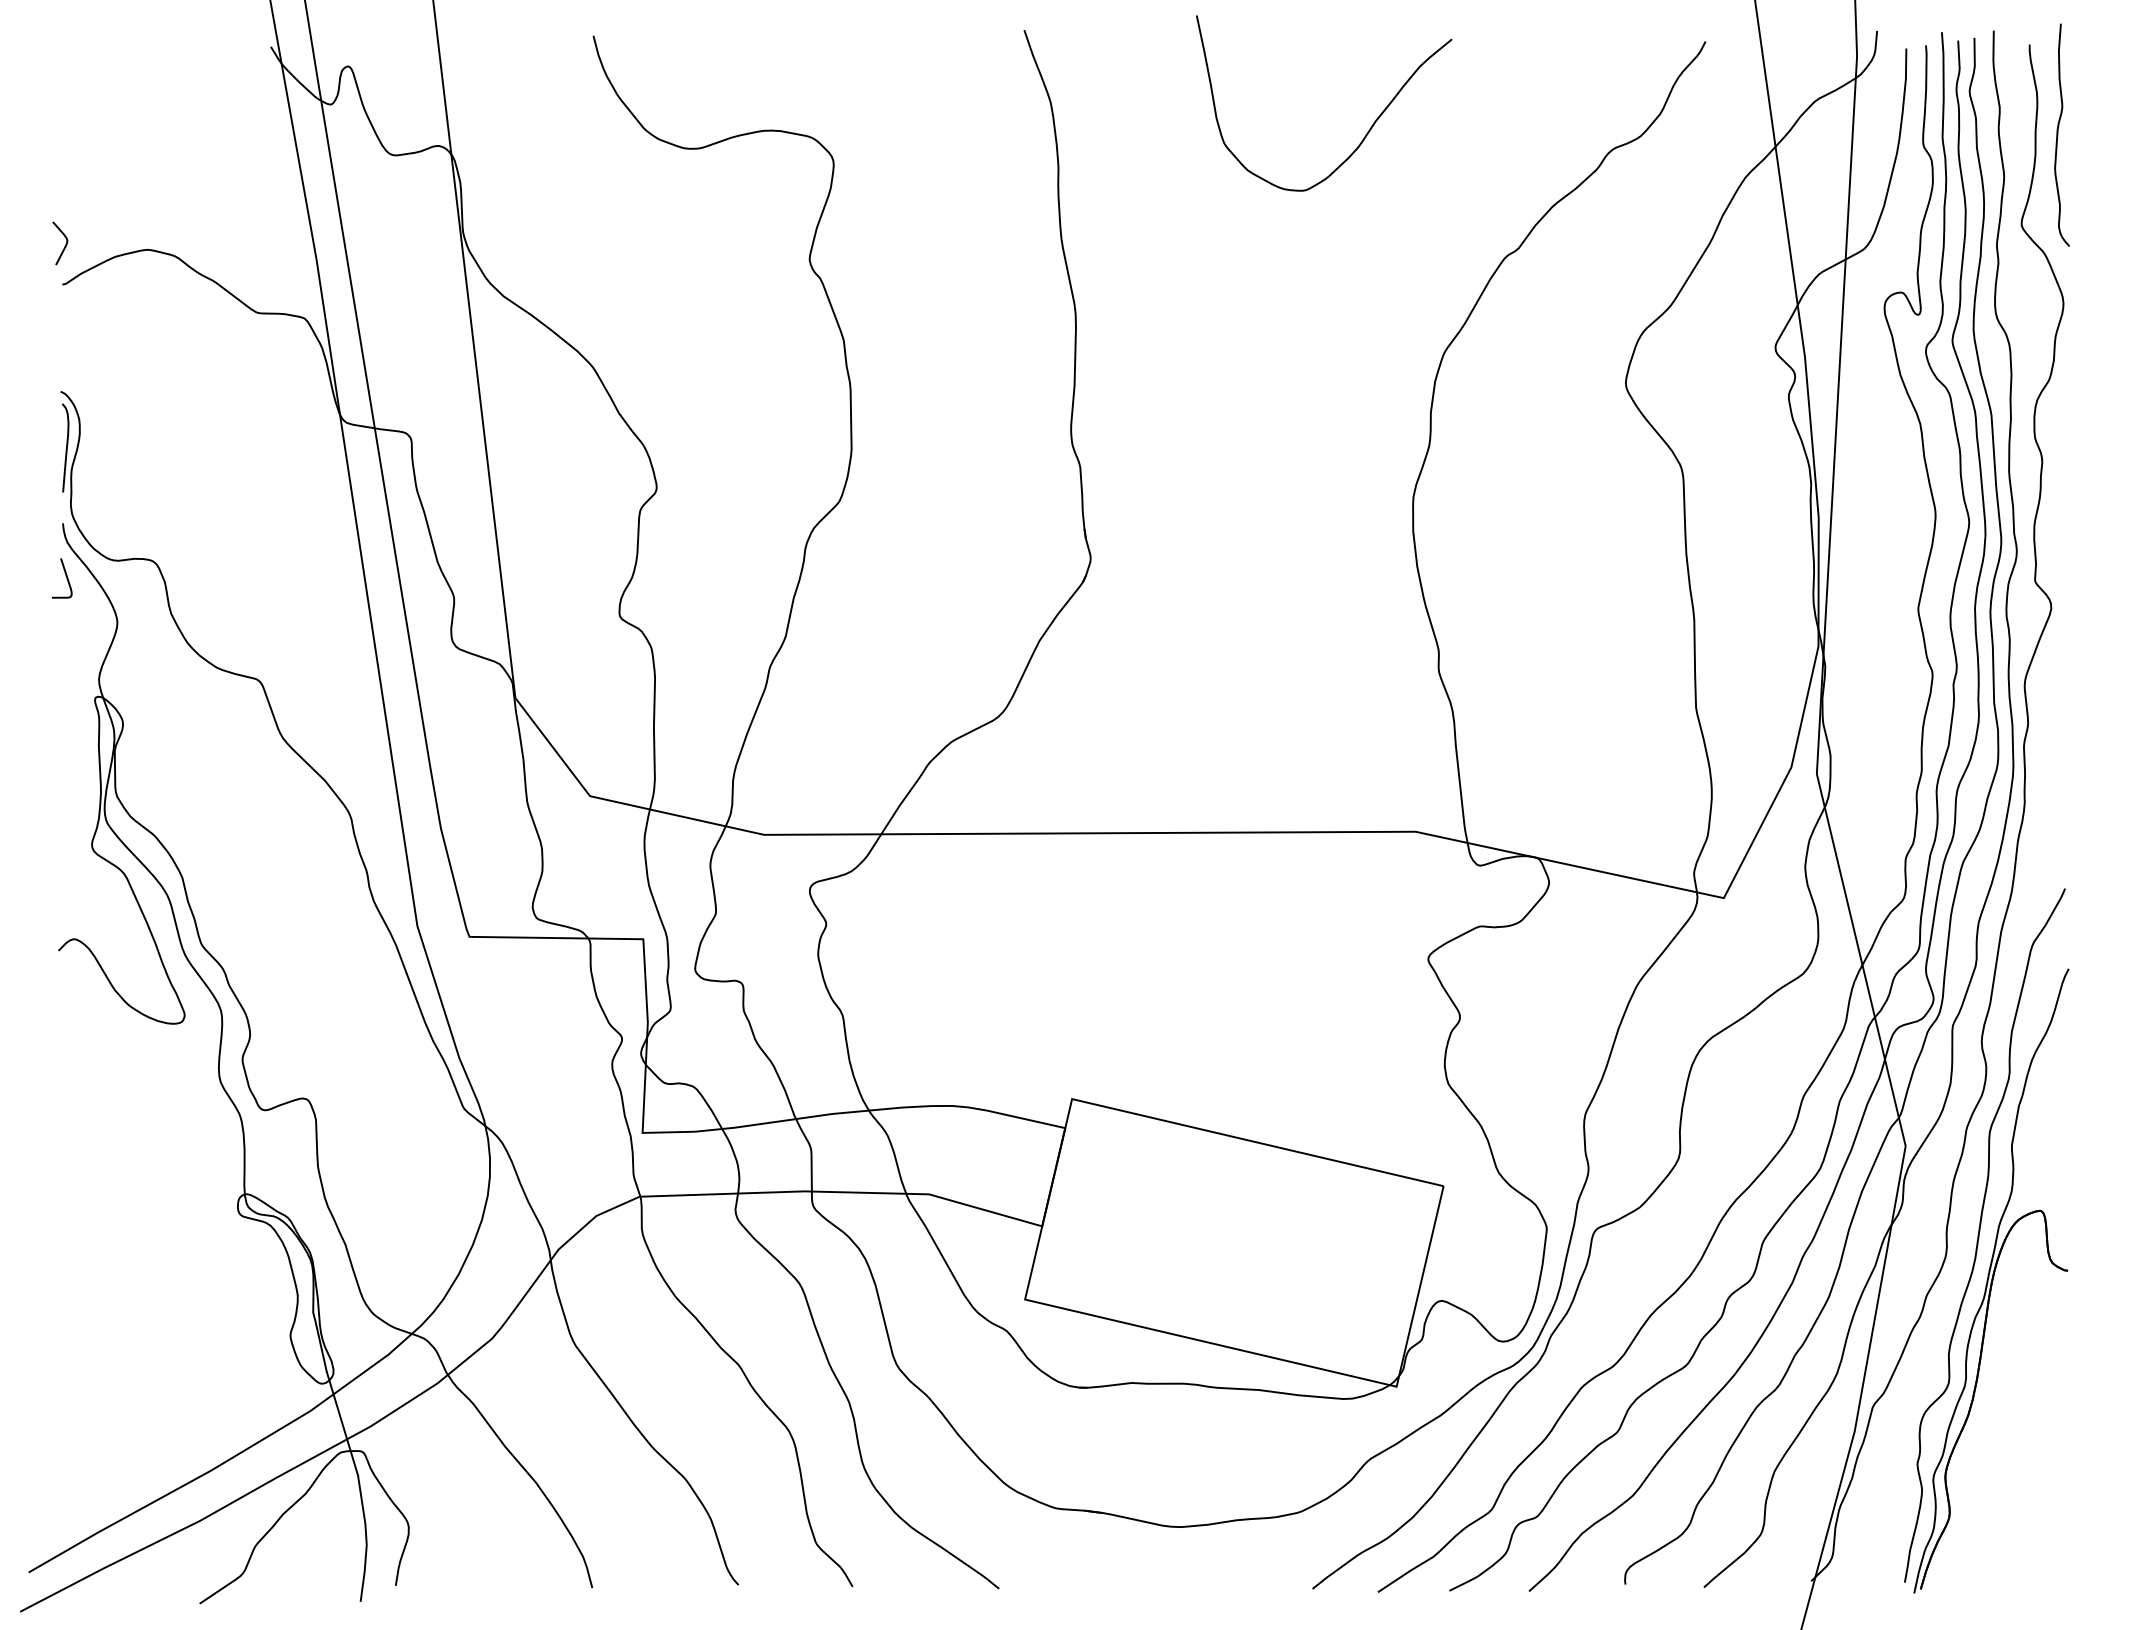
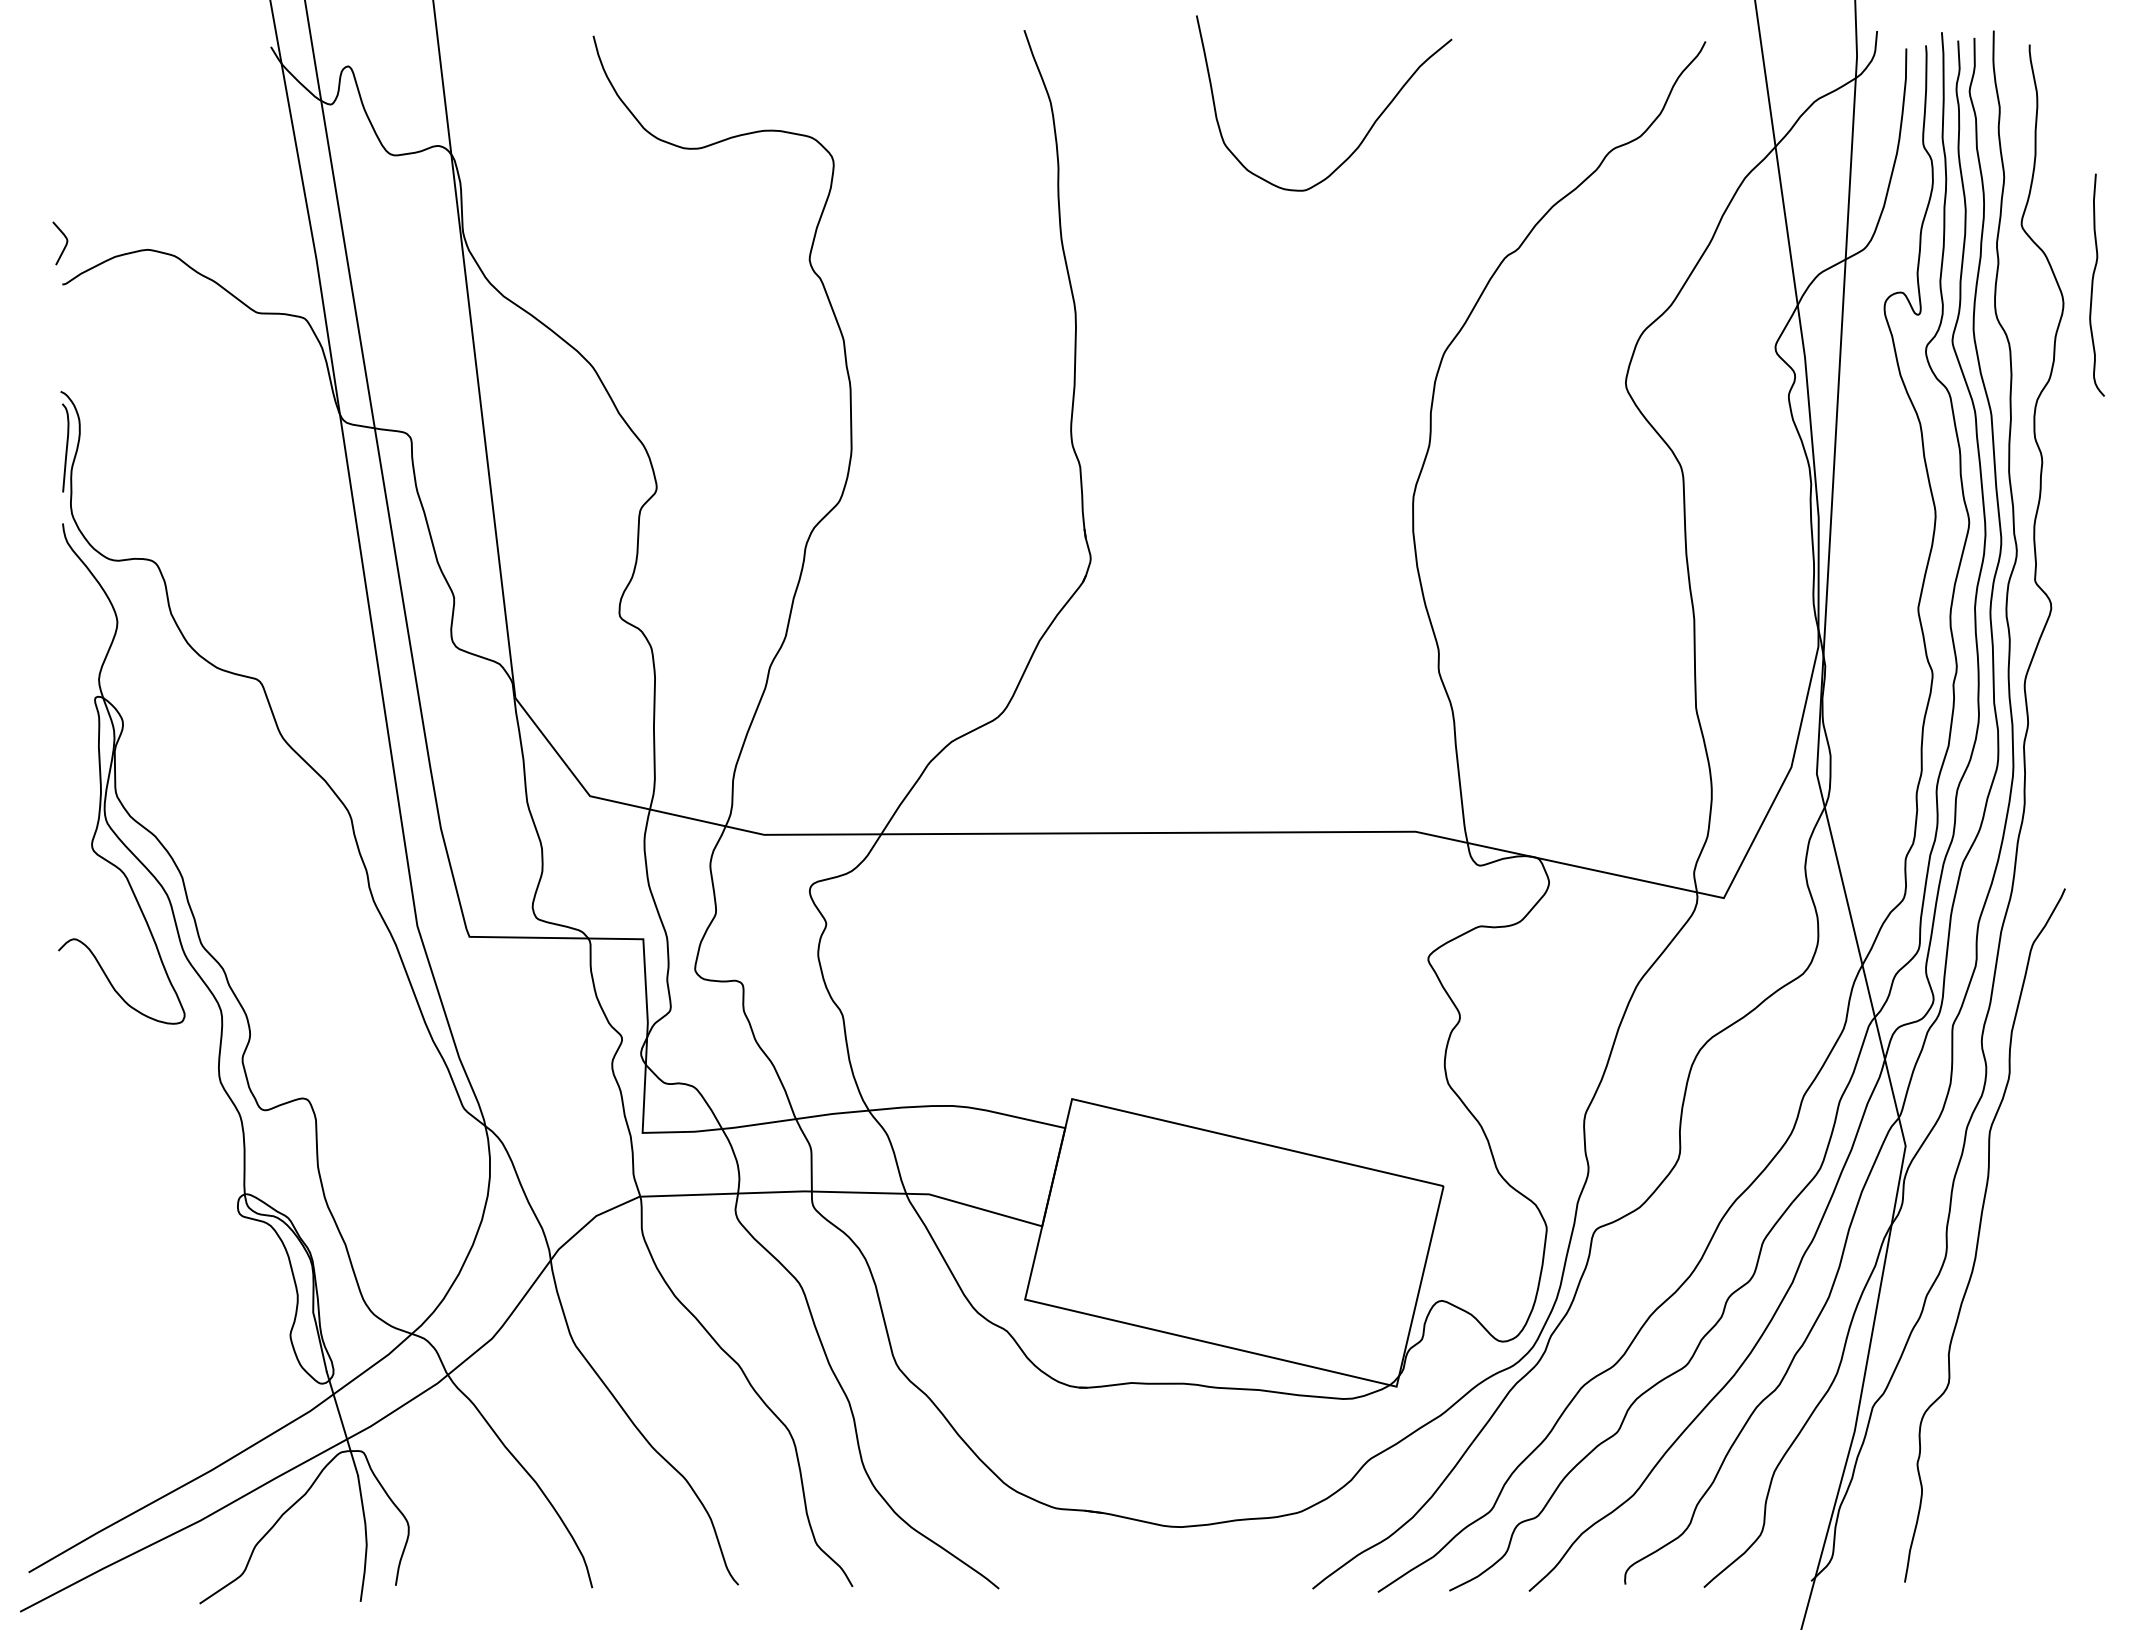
curve at (2058, 134) position: (2058, 134) -> (2093, 284)
curve at (65, 576): present -> none
part at (1991, 1280): present -> none
